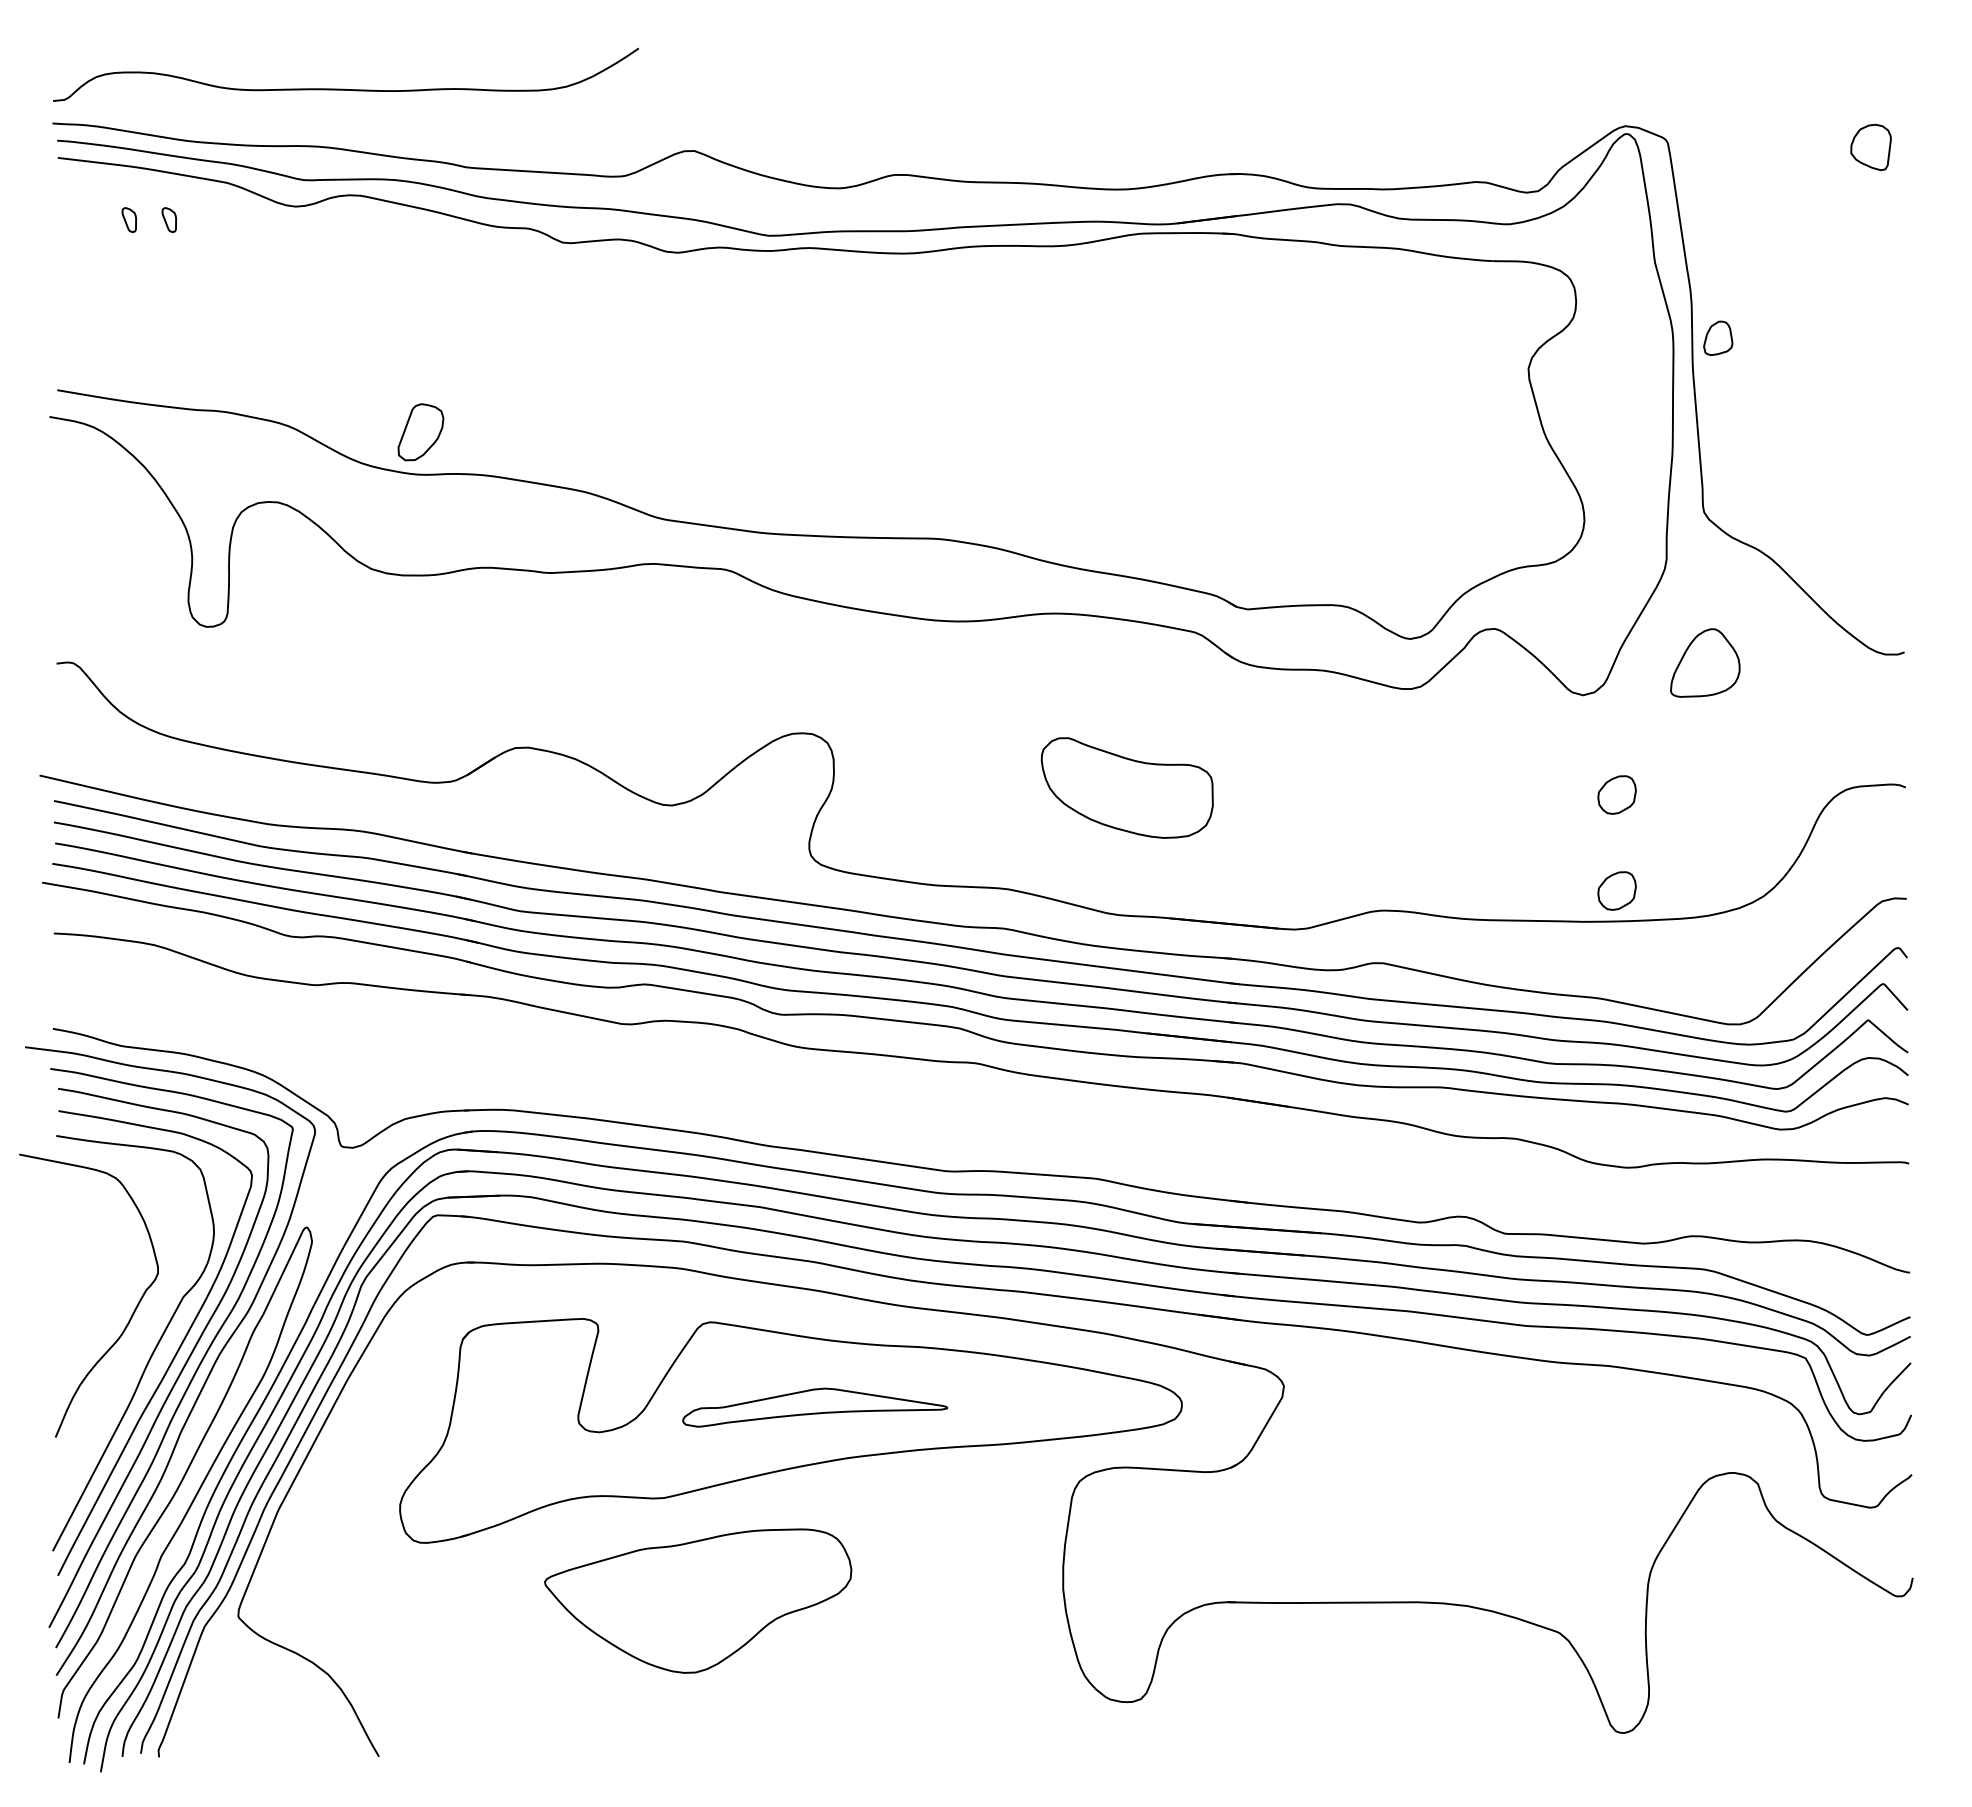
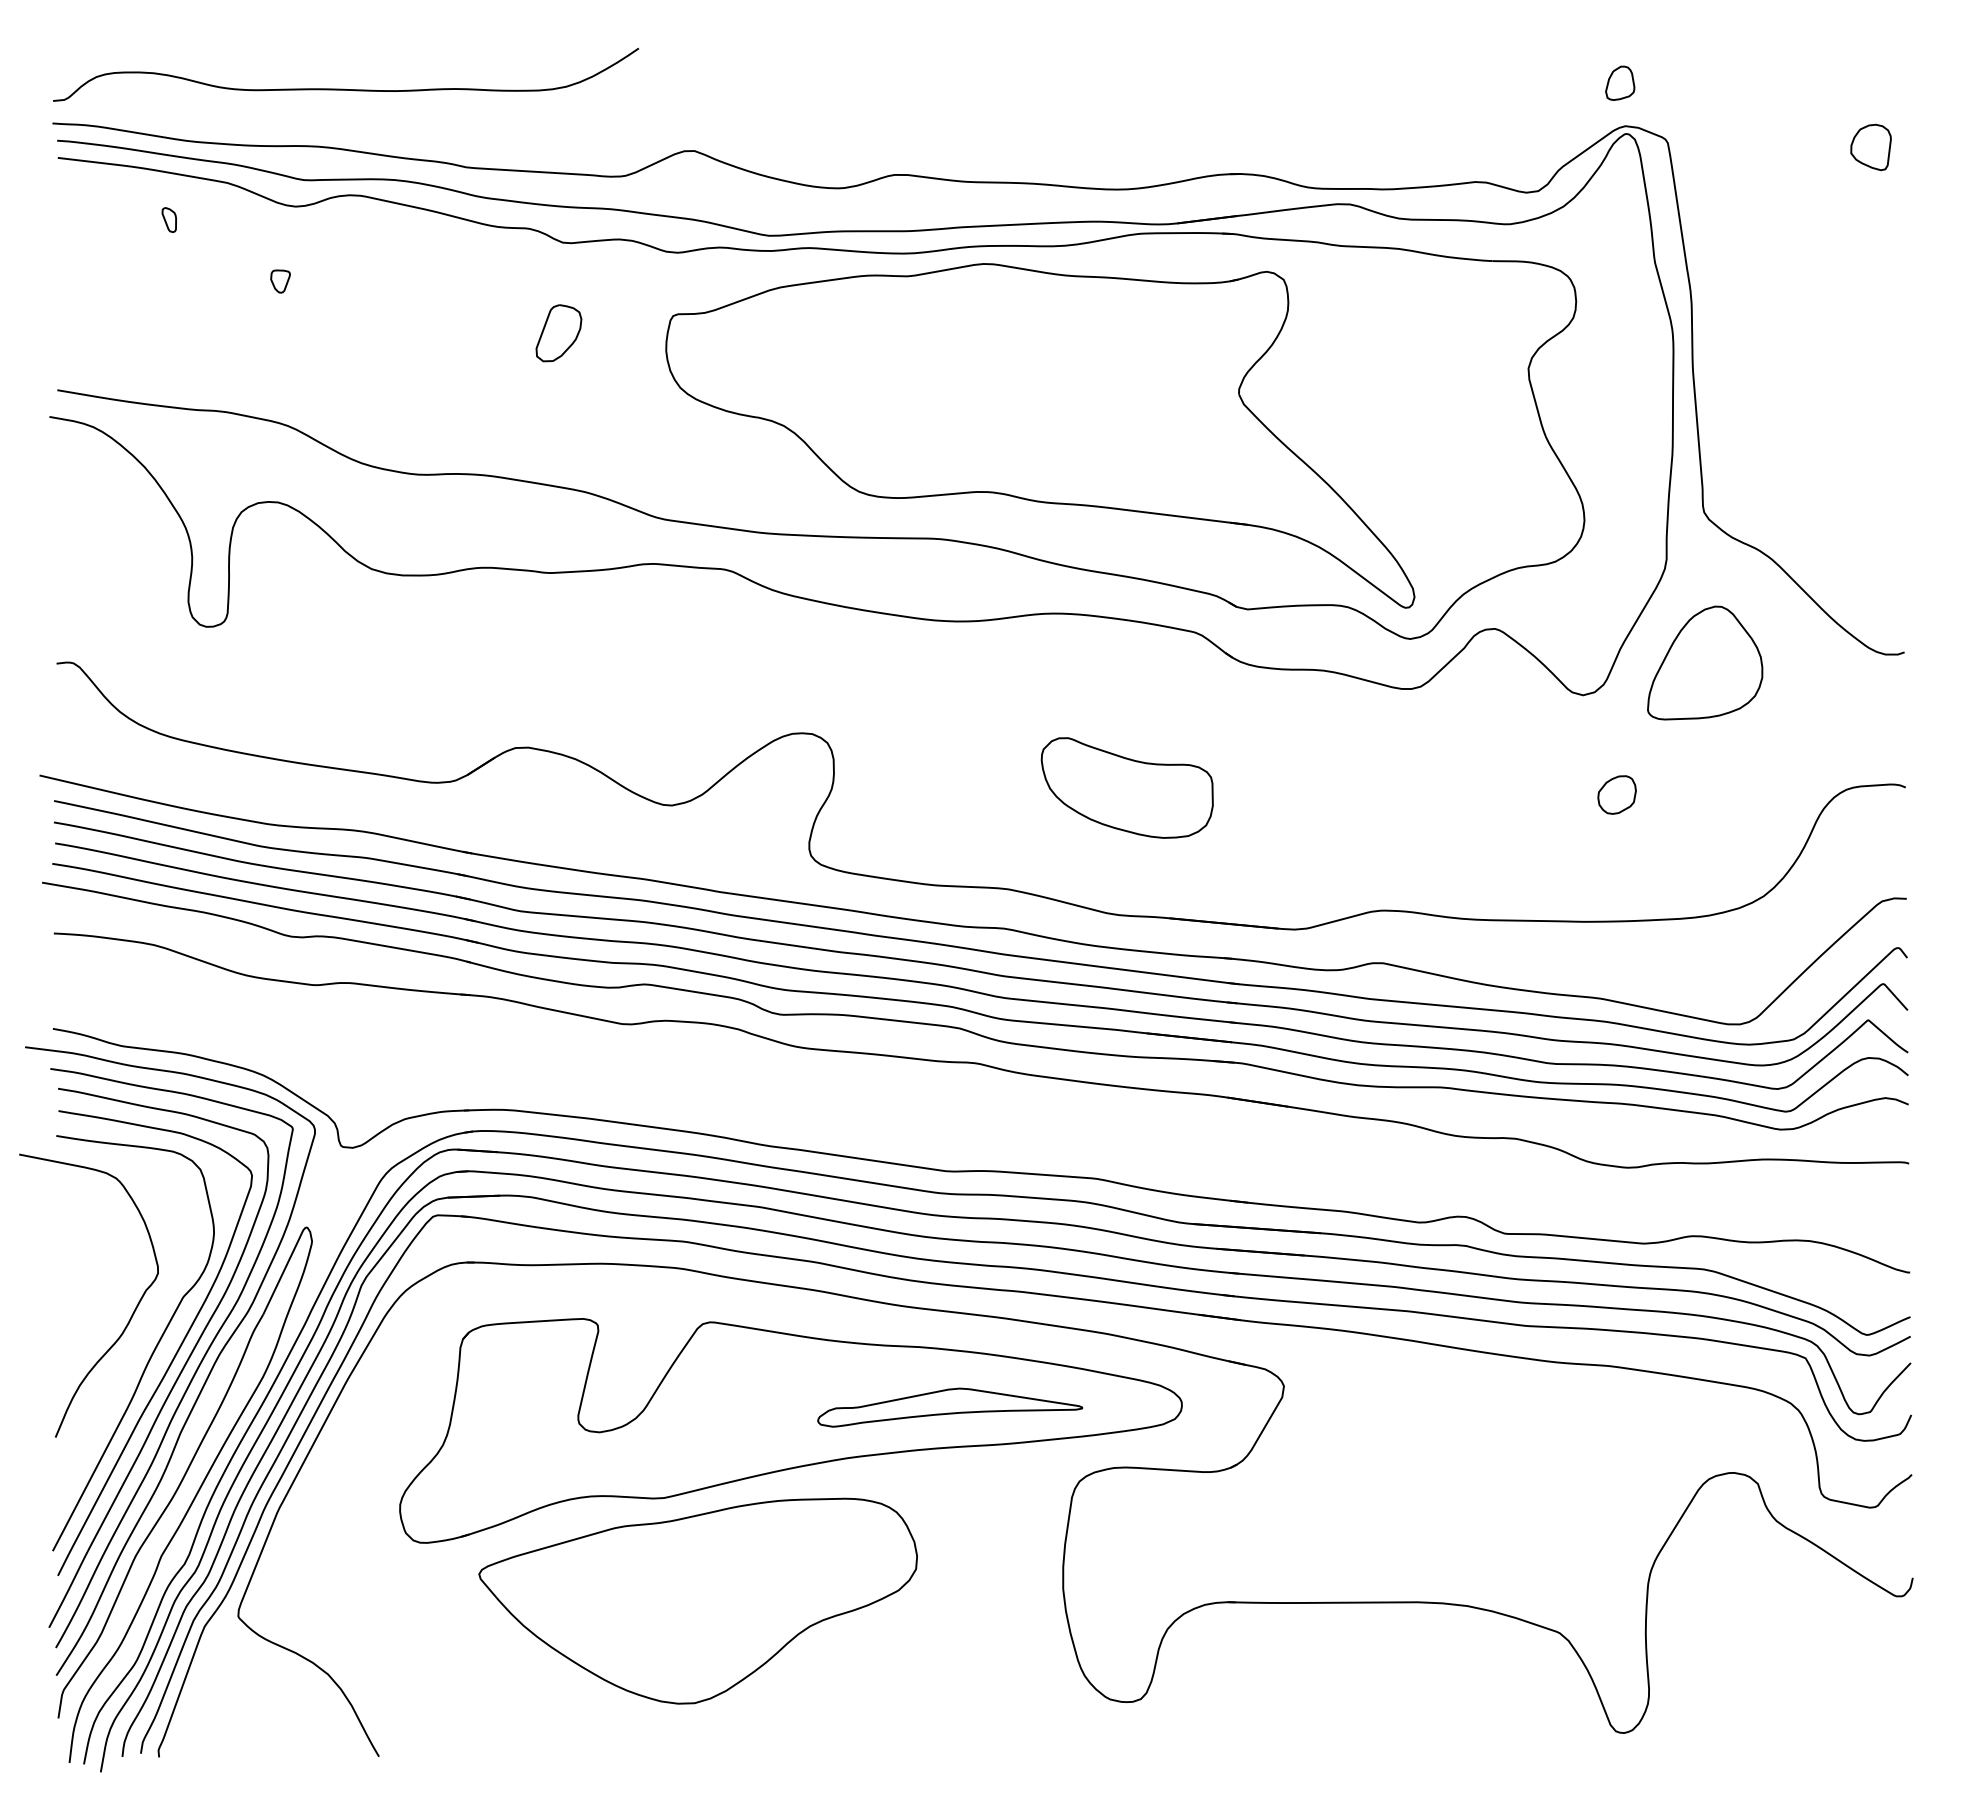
part at (128, 219): present -> none
part at (280, 281): none -> present
part at (1718, 337) position: (1718, 337) -> (1620, 82)
part at (420, 432) position: (420, 432) -> (558, 333)
part at (1040, 435): none -> present
part at (1705, 662) size: 71x70 px -> 117x116 px
part at (1616, 890): present -> none
part at (815, 1407) position: (815, 1407) -> (950, 1407)
part at (698, 1600) size: 309x146 px -> 440x208 px
